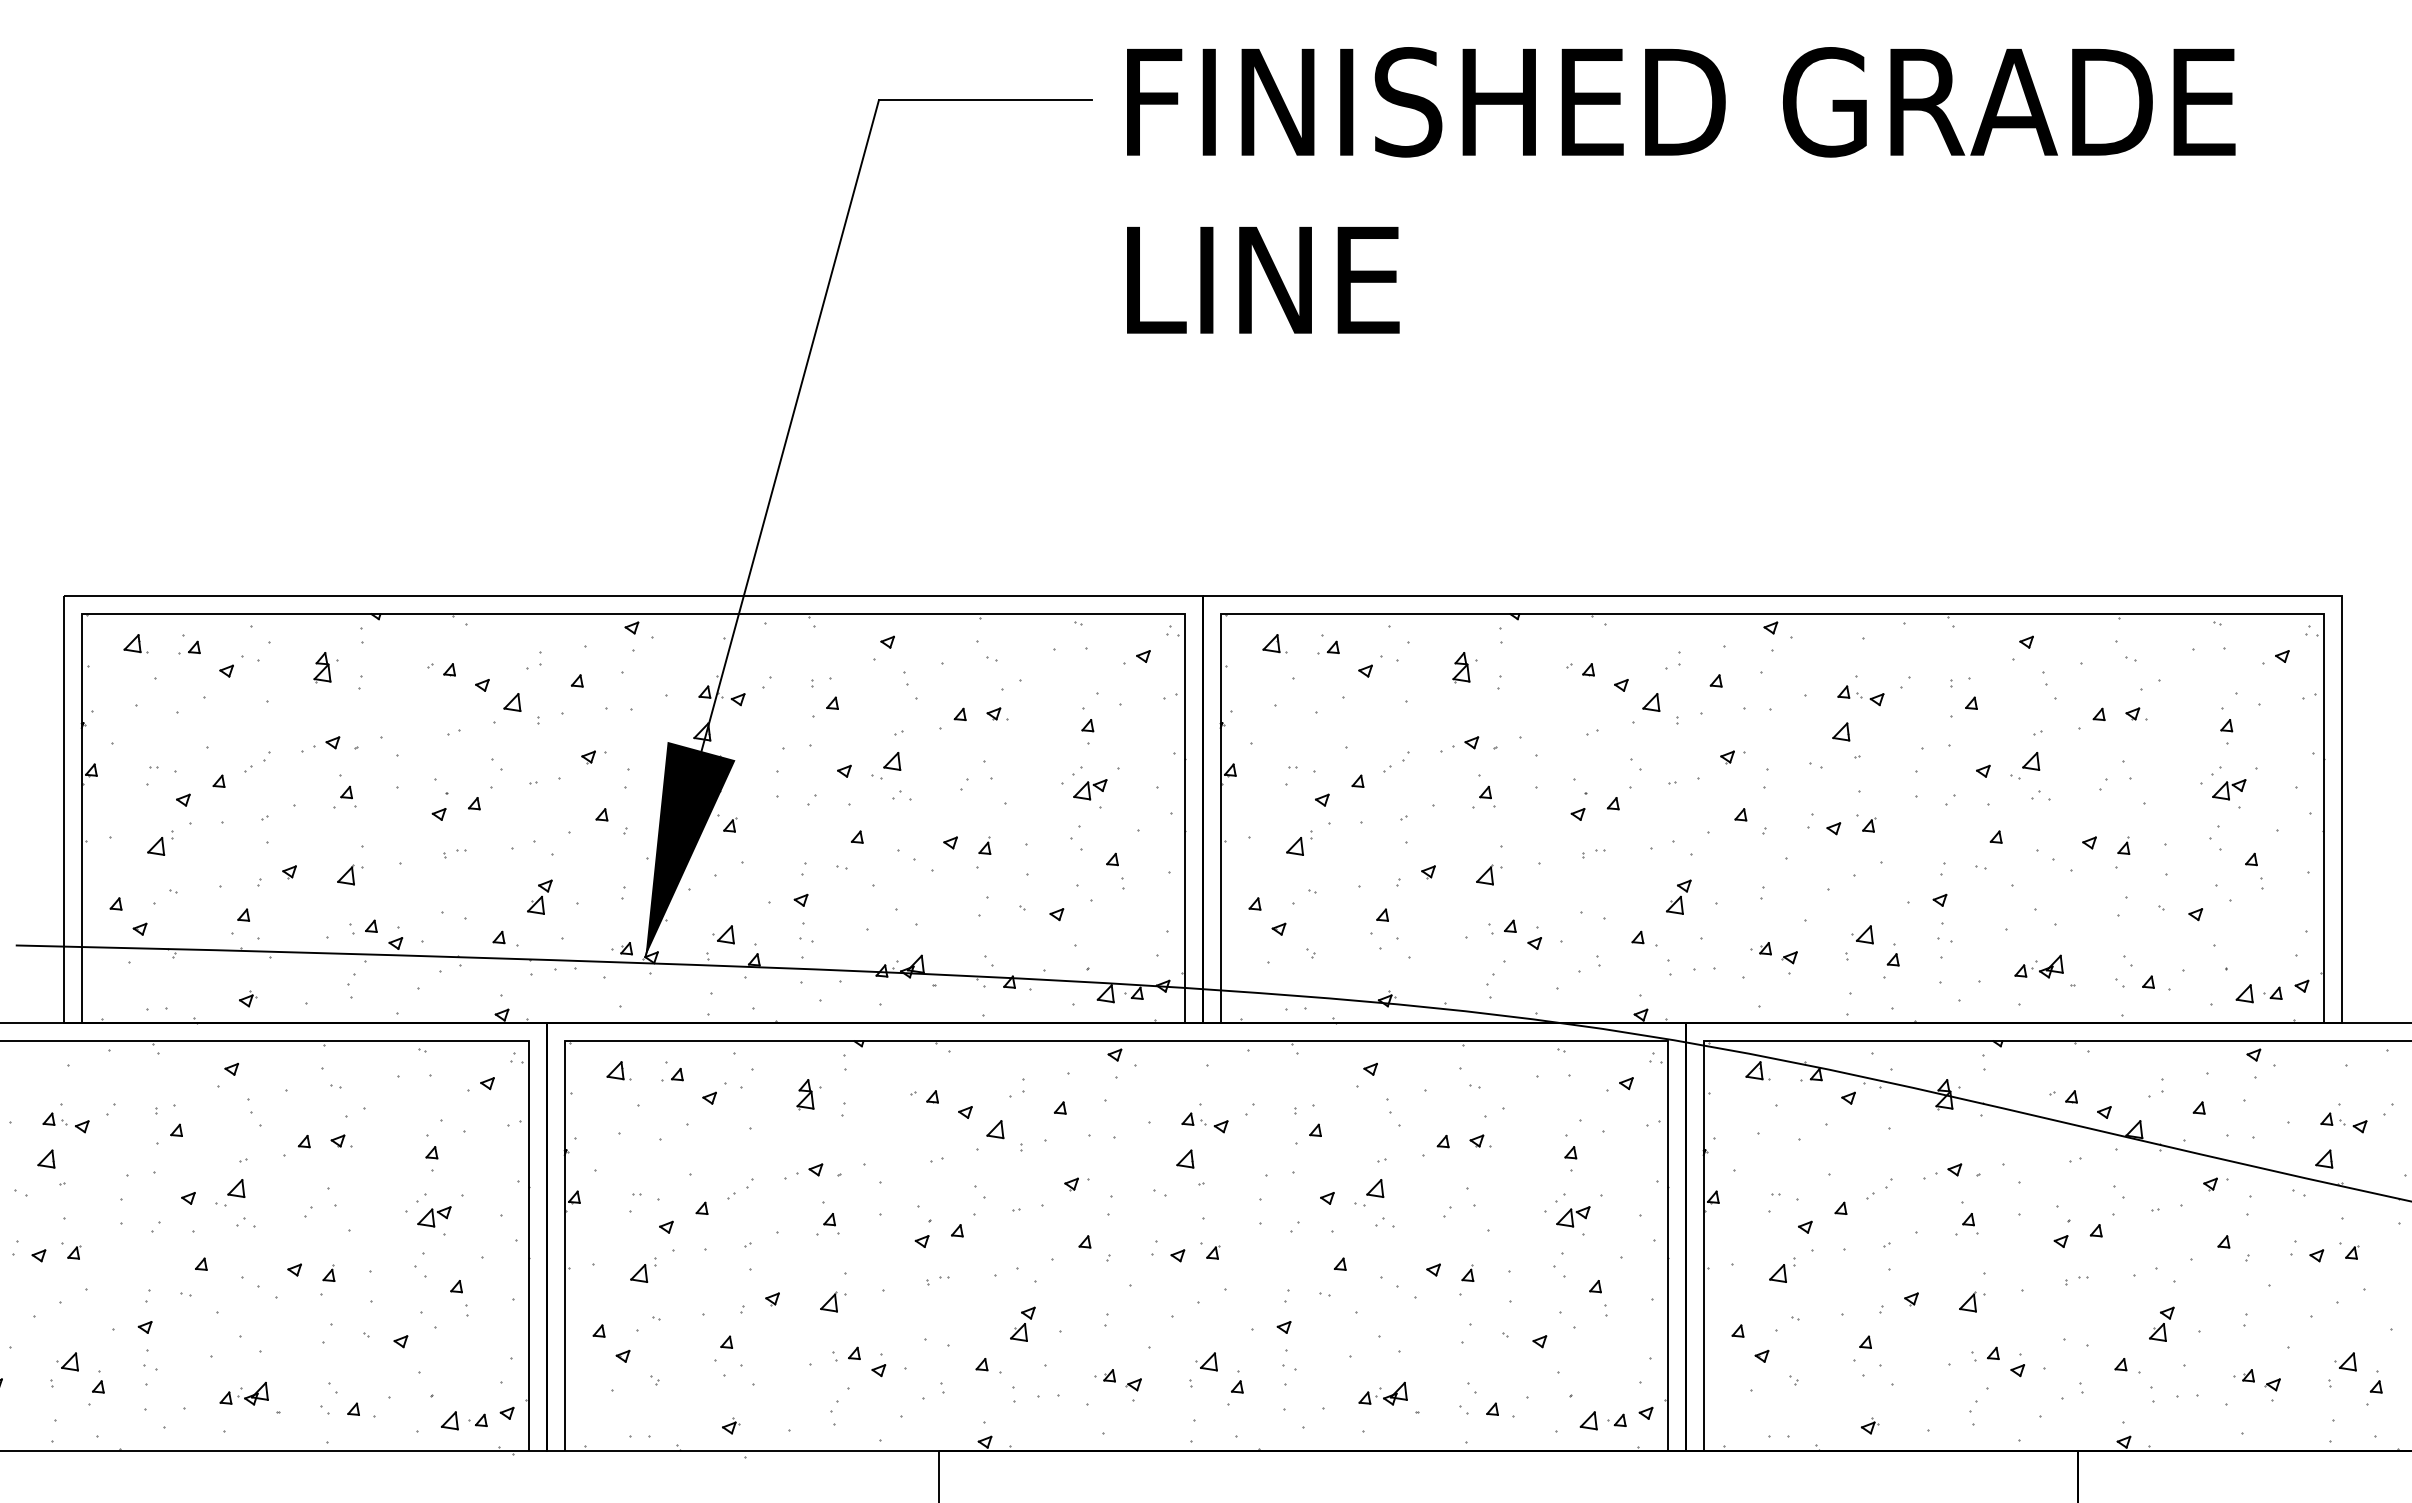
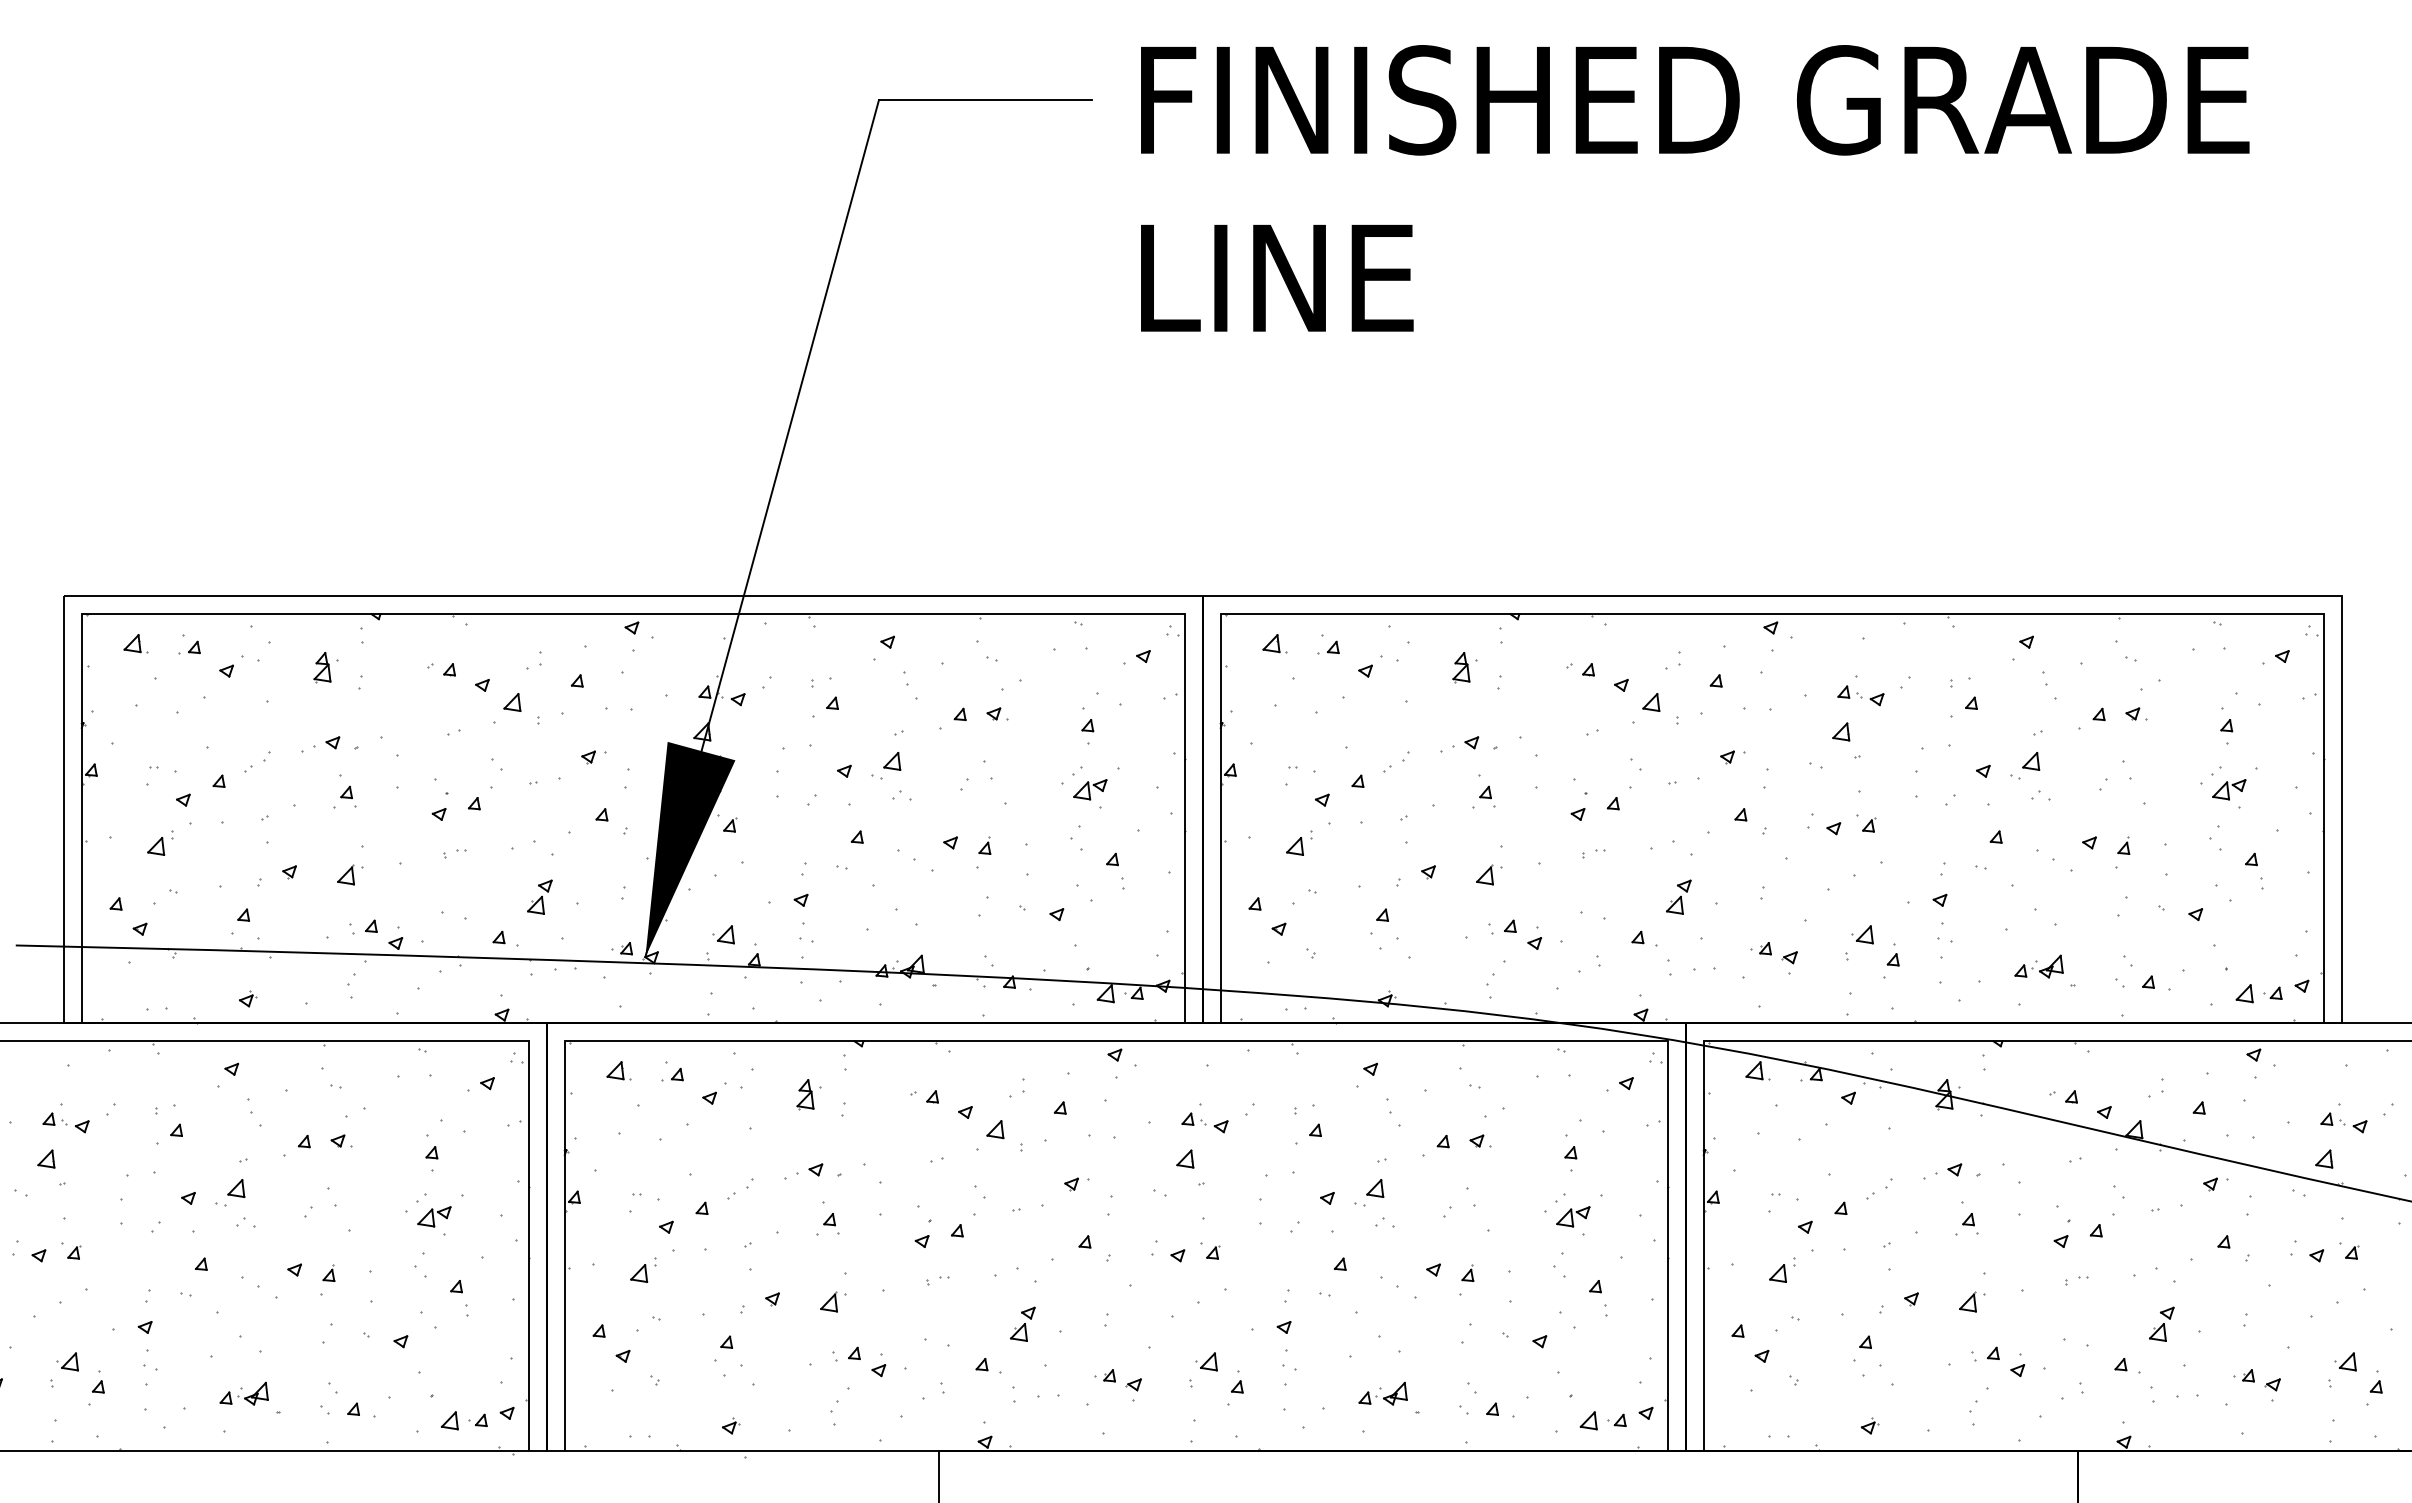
text at (1681, 190) position: (1681, 190) -> (1695, 188)
